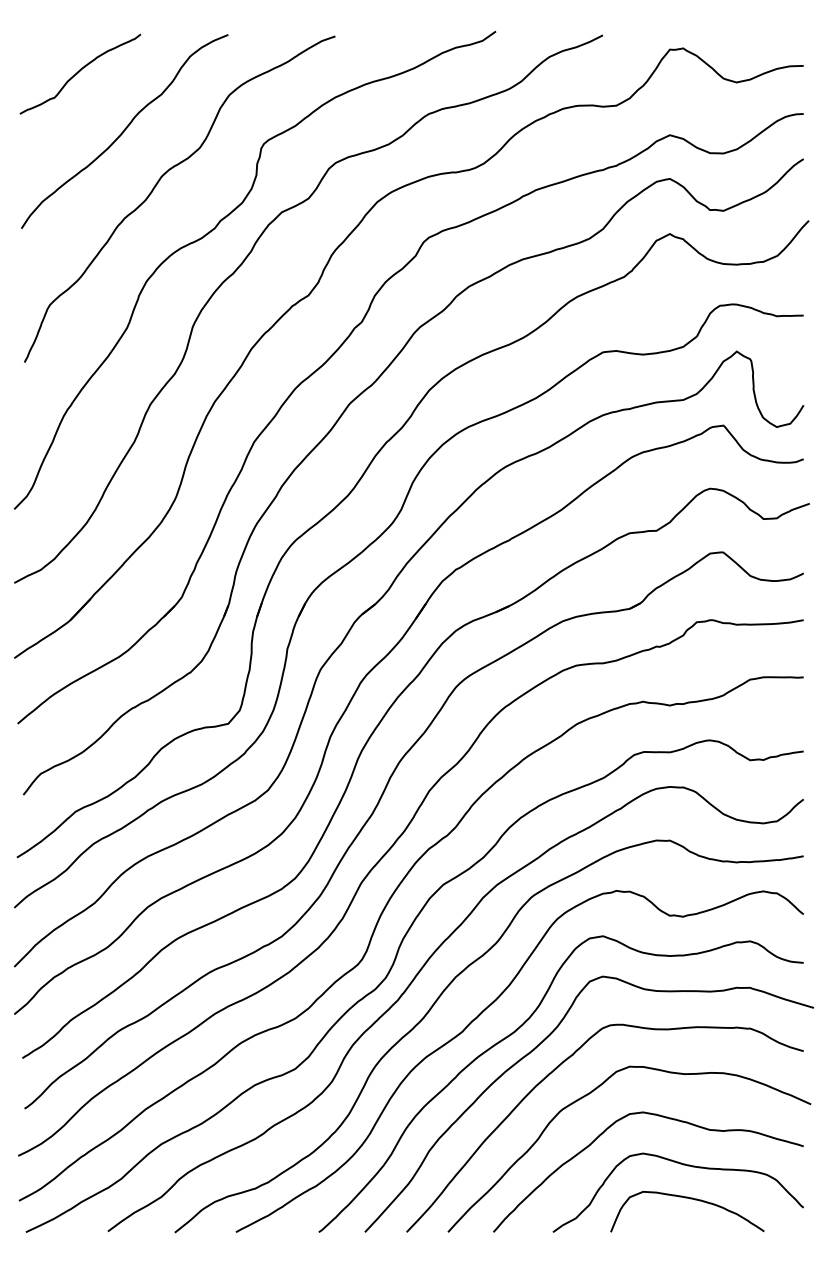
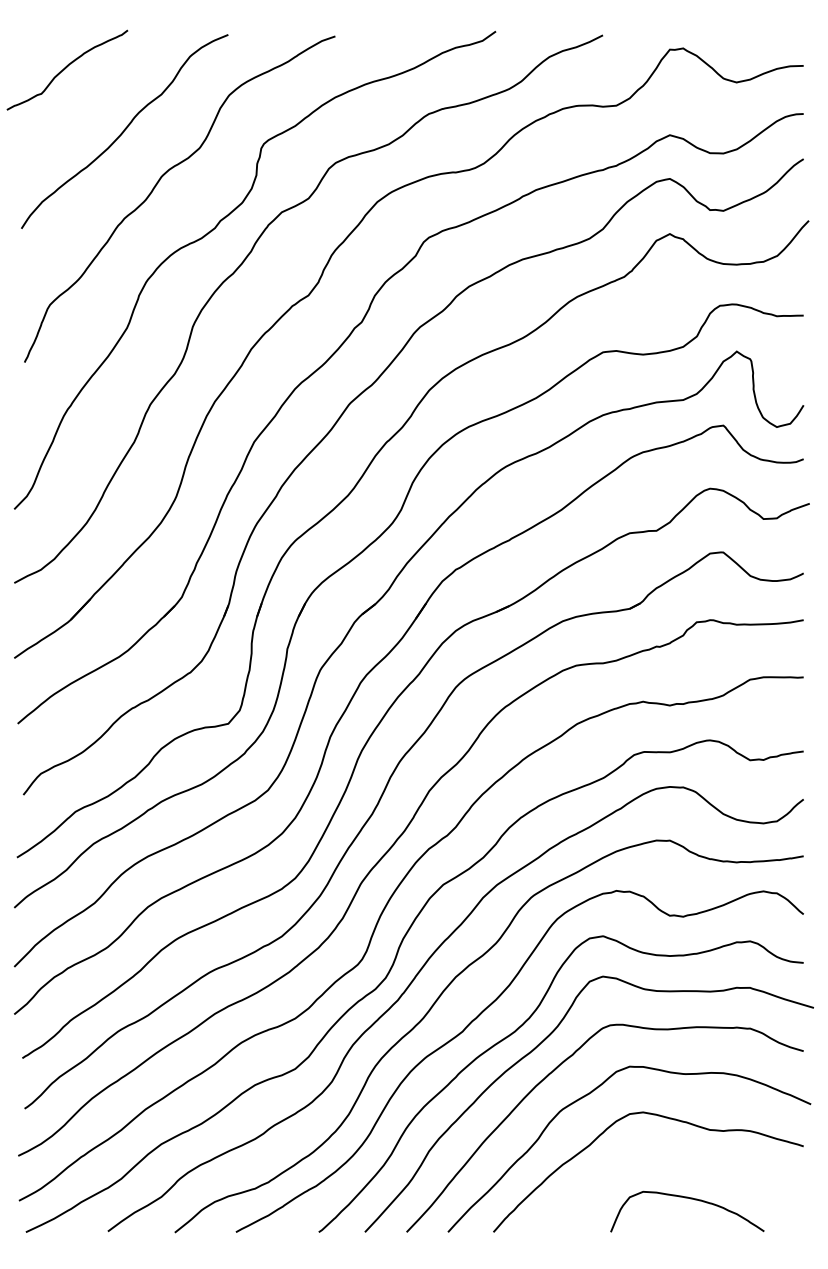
curve at (79, 72) position: (79, 72) -> (66, 68)
curve at (683, 1165): present -> none
